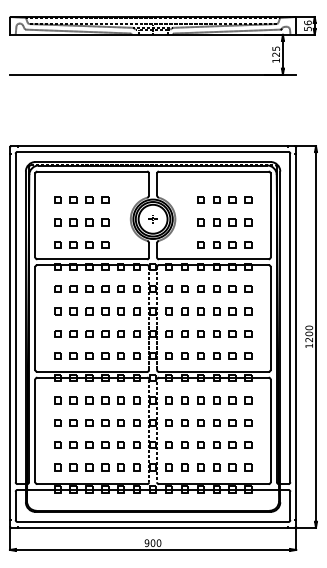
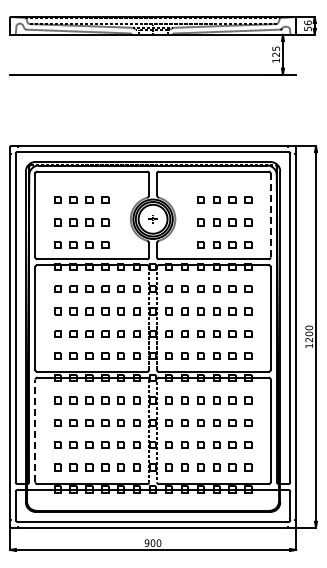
line at (270, 215): solid -> dashed
line at (35, 430): solid -> dashed
